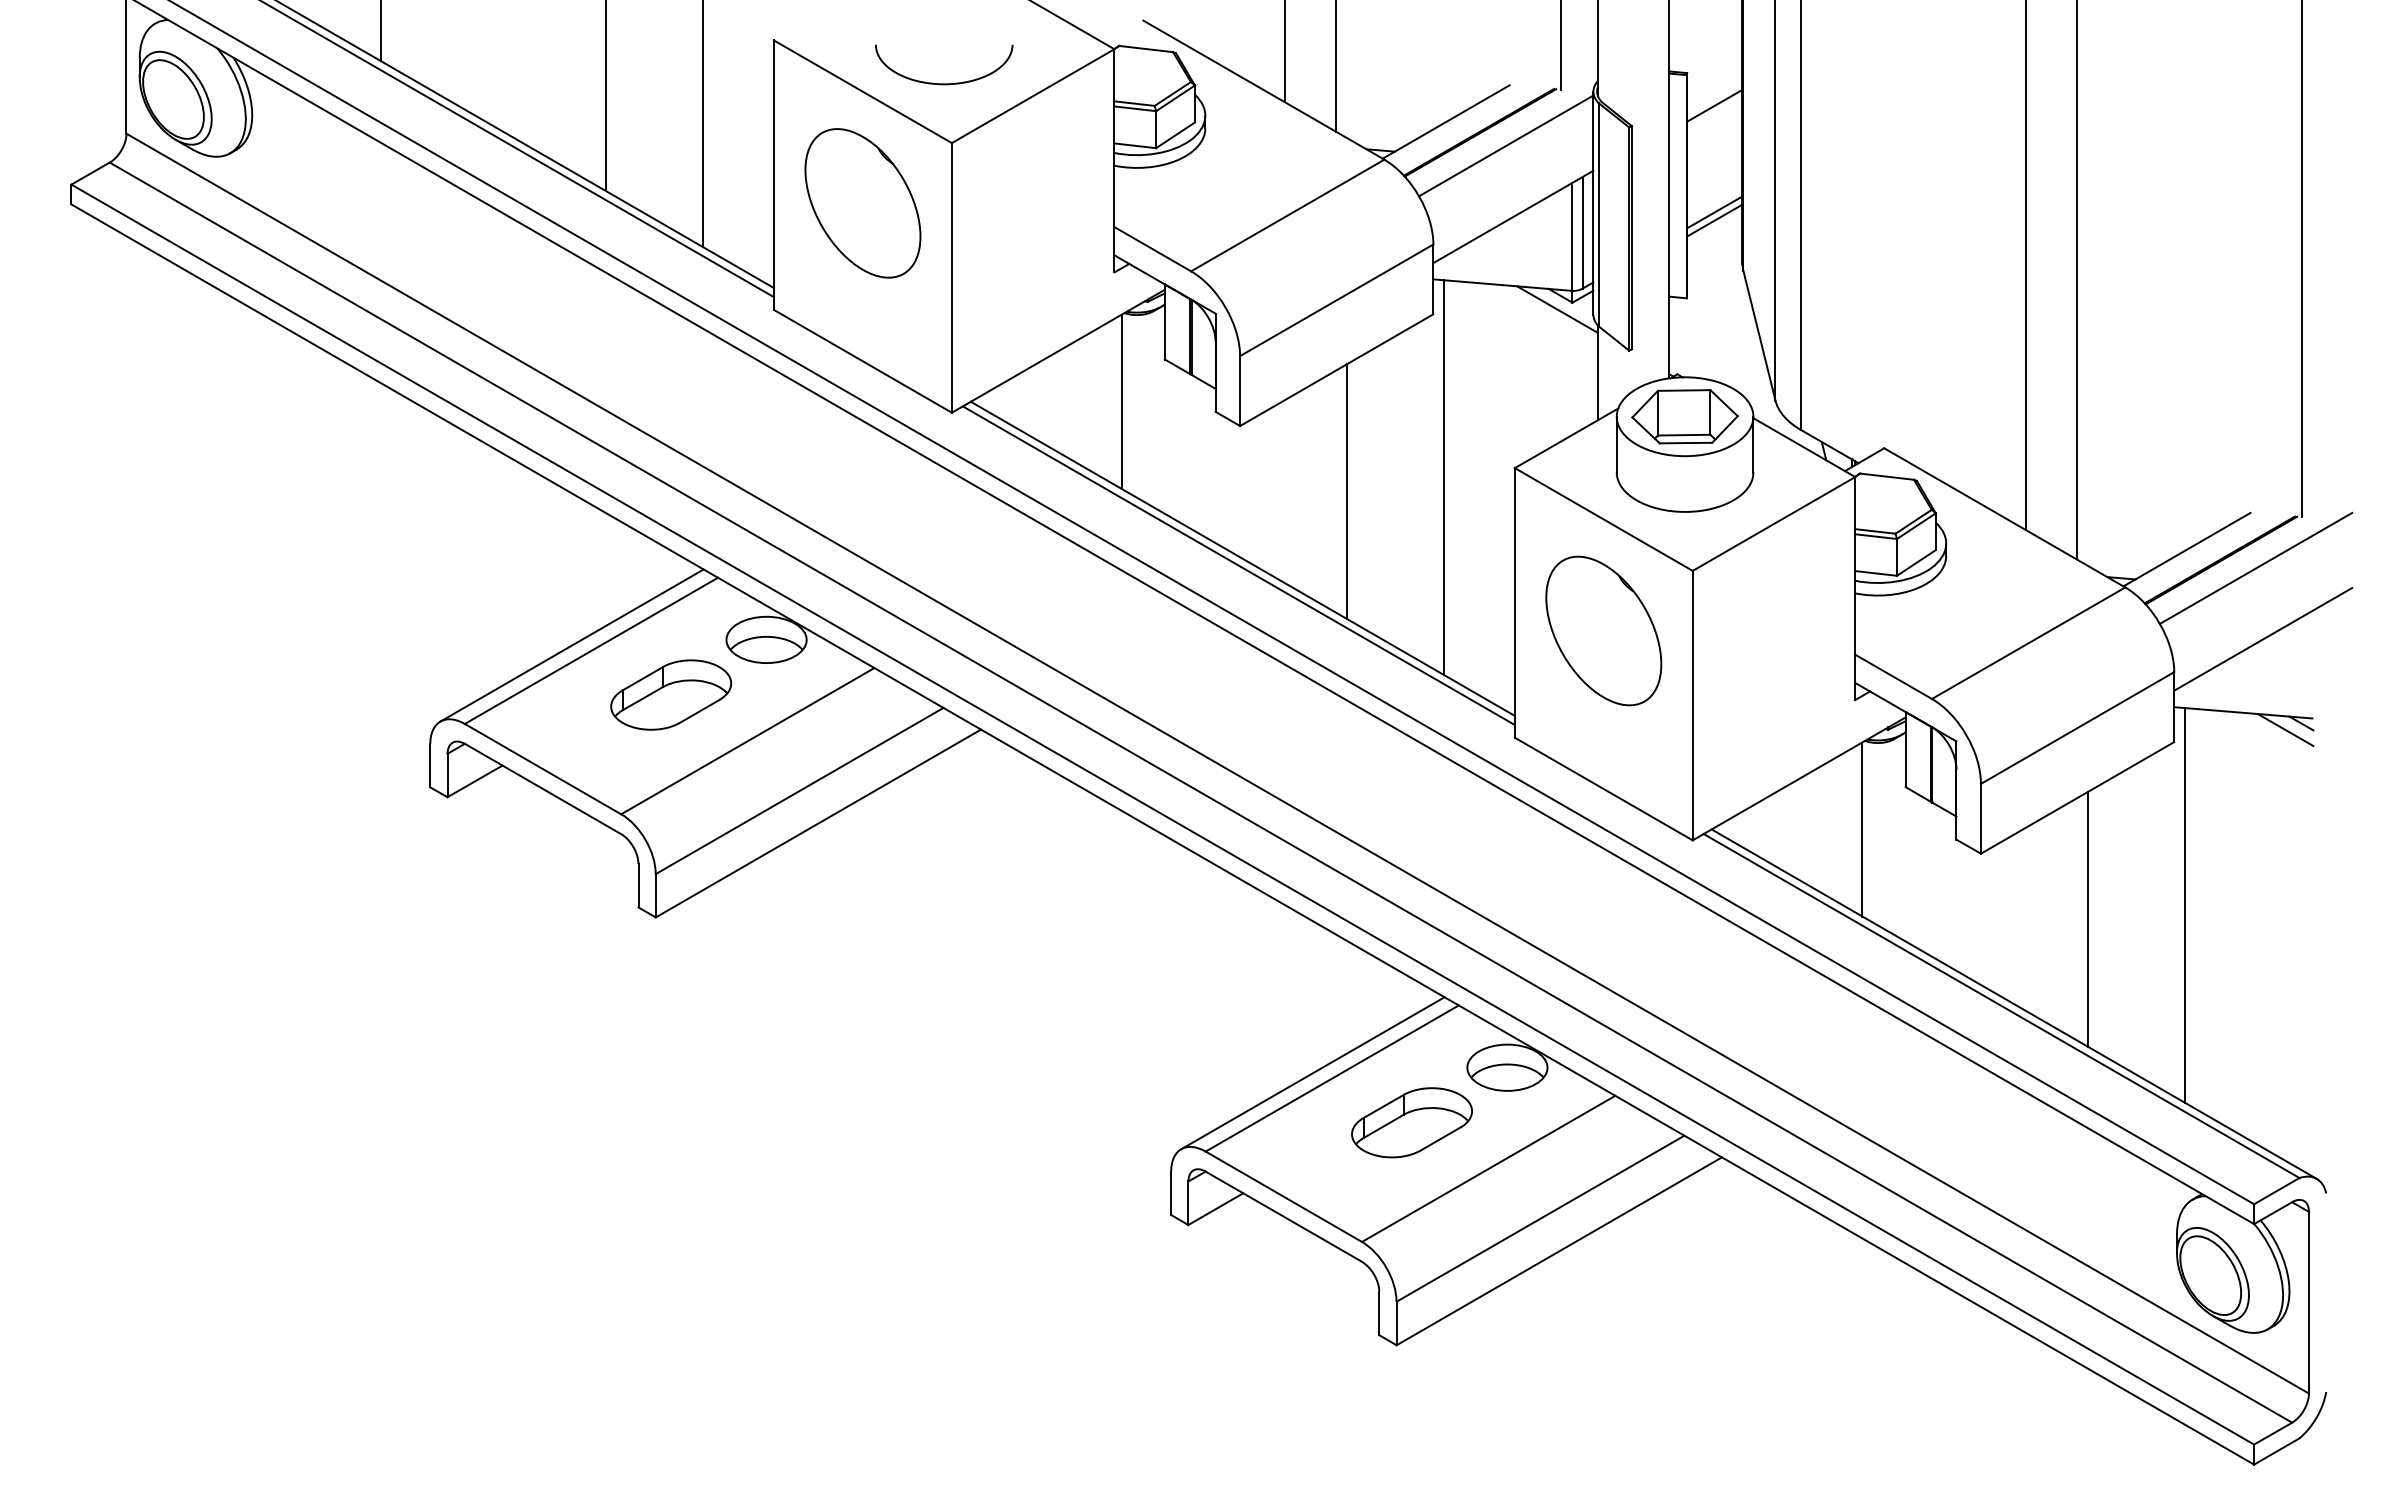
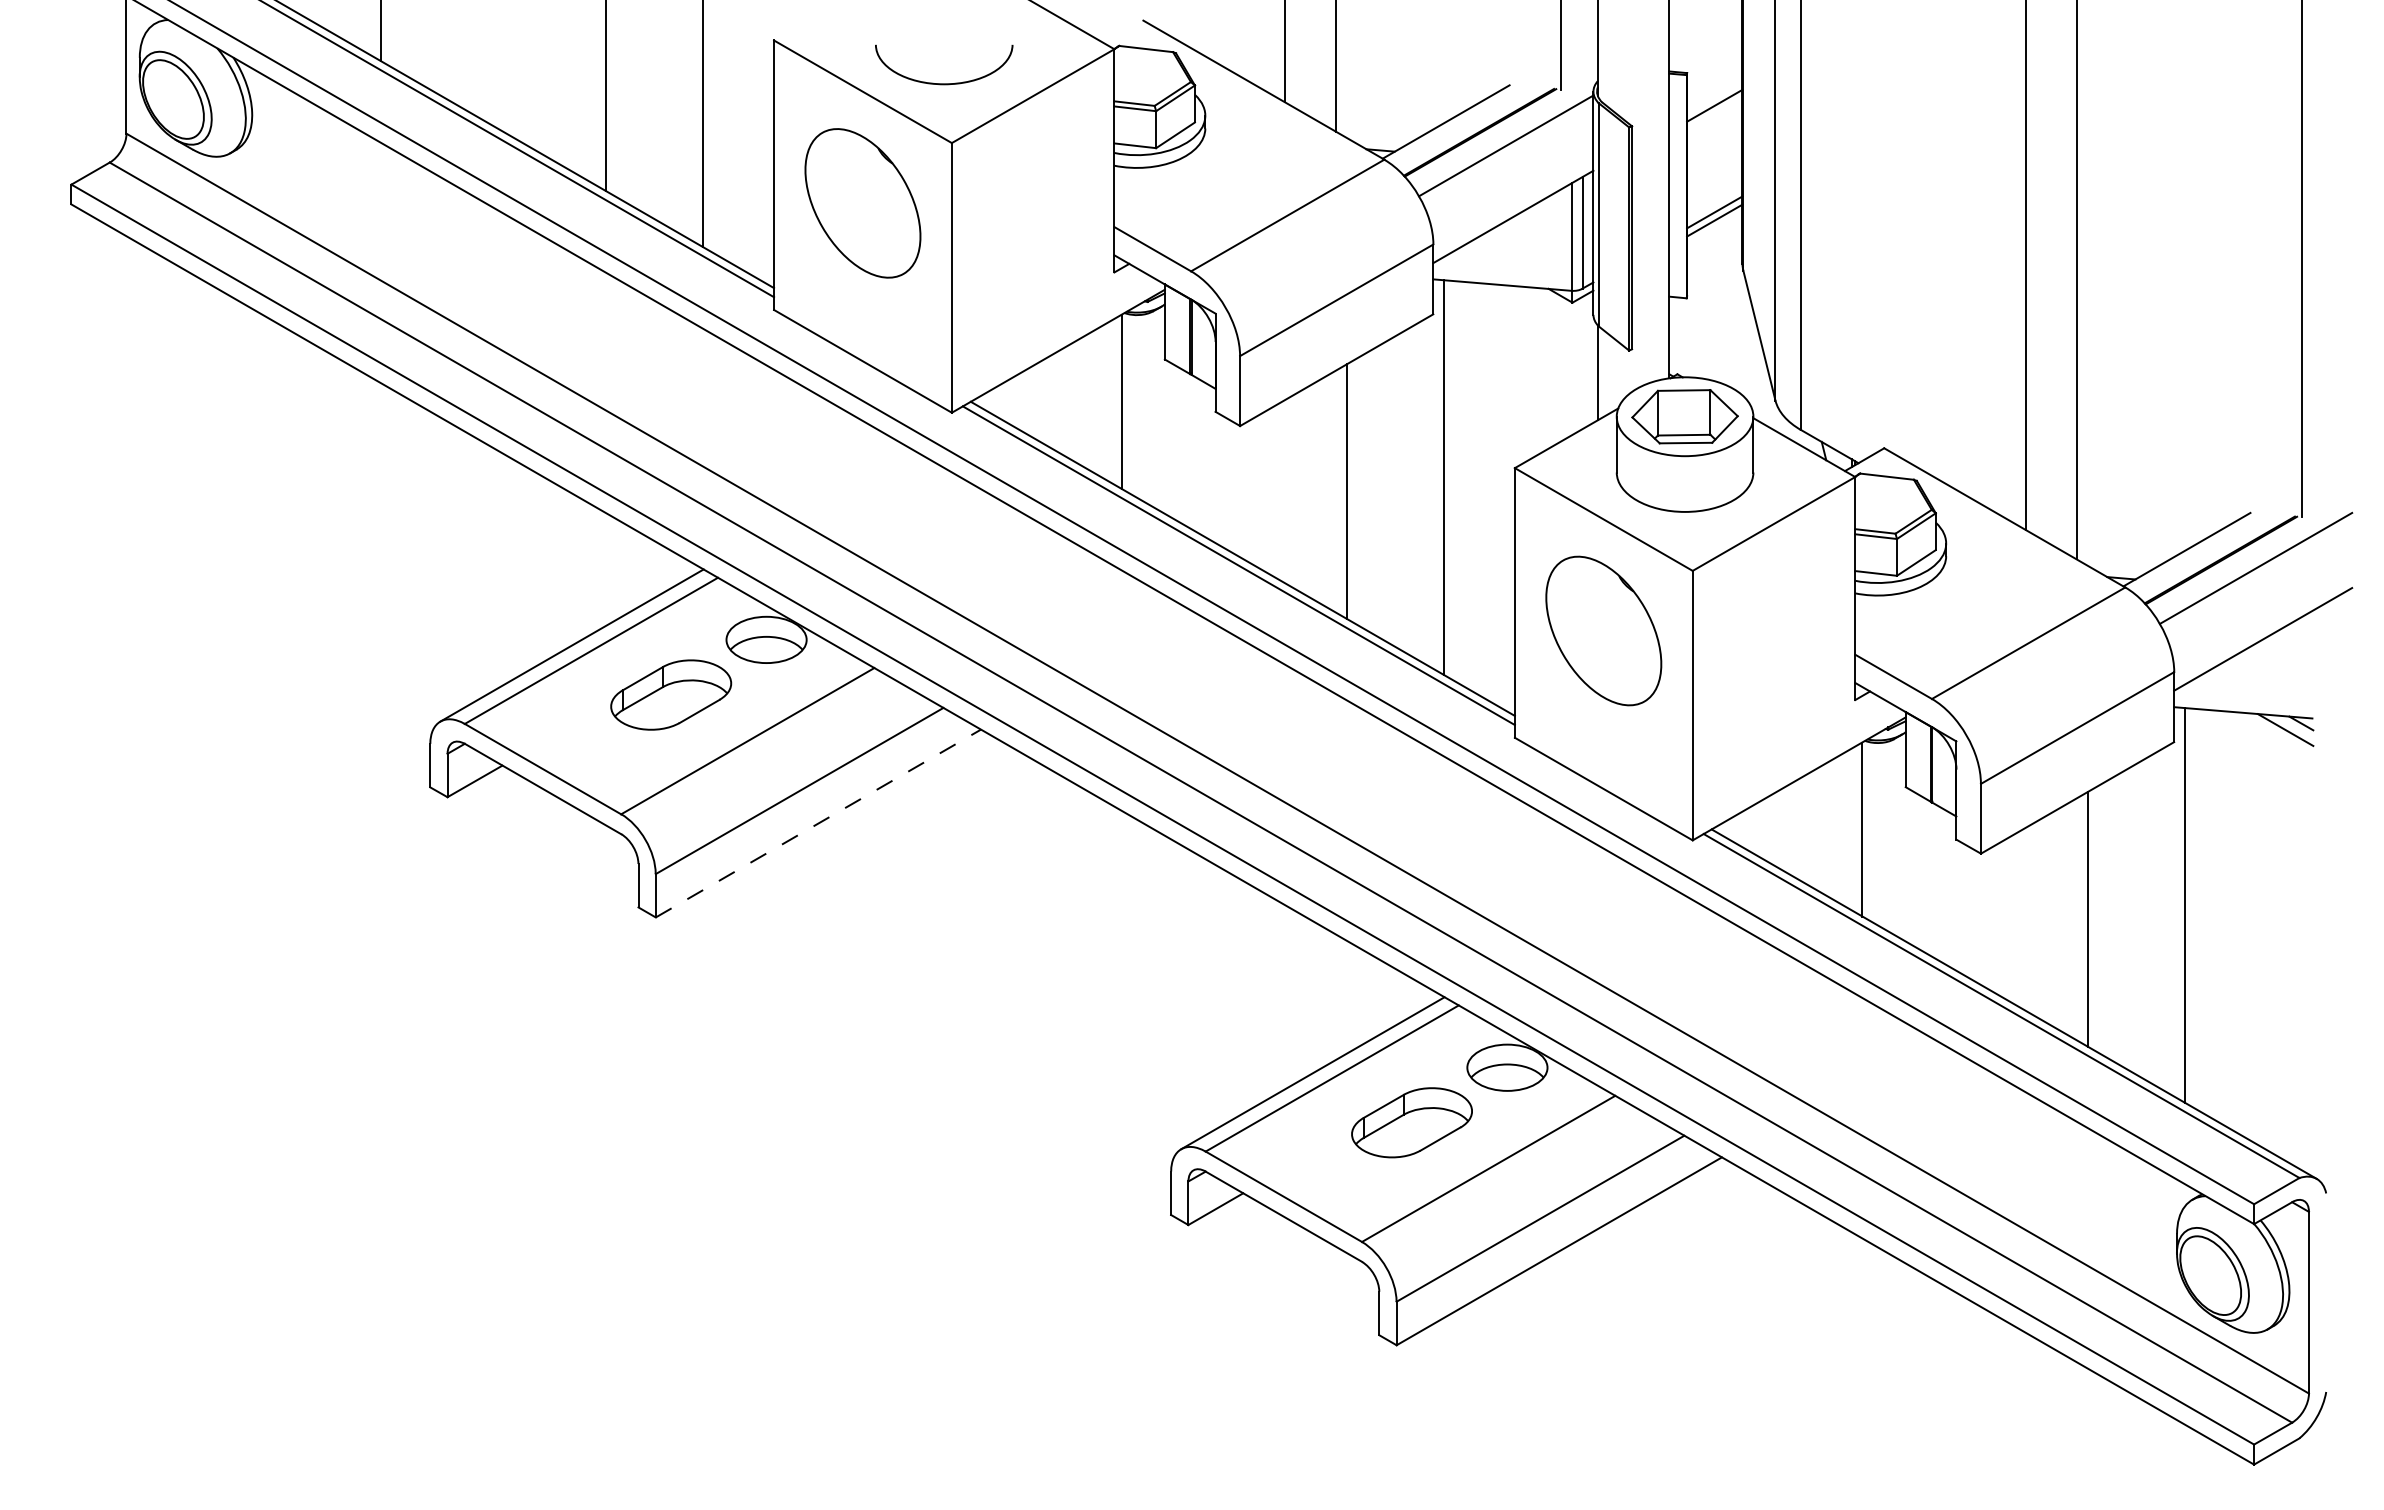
line at (1557, 309): present -> none
line at (818, 823): solid -> dashed
